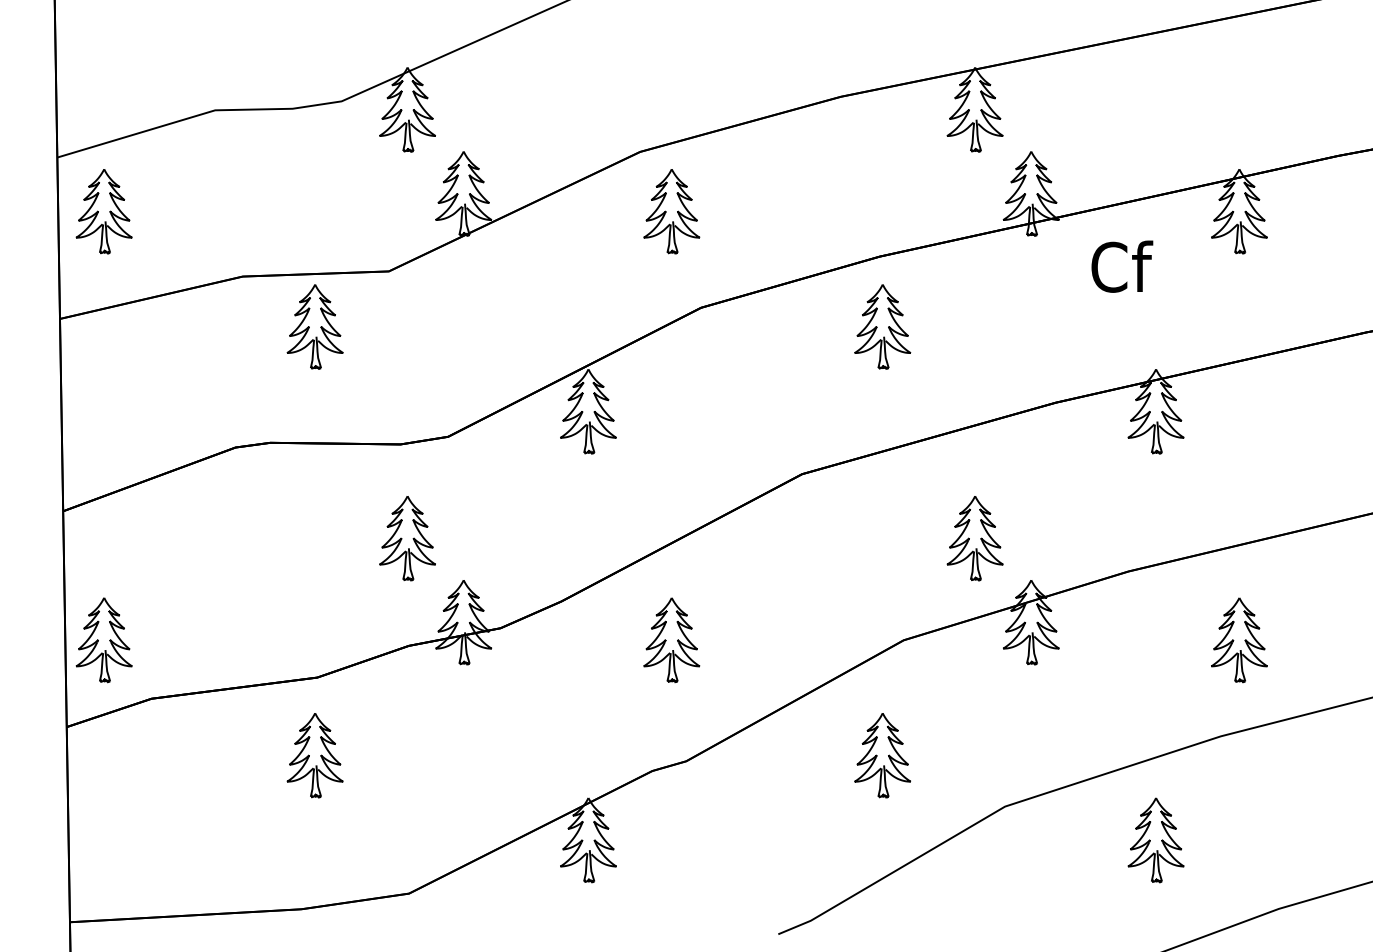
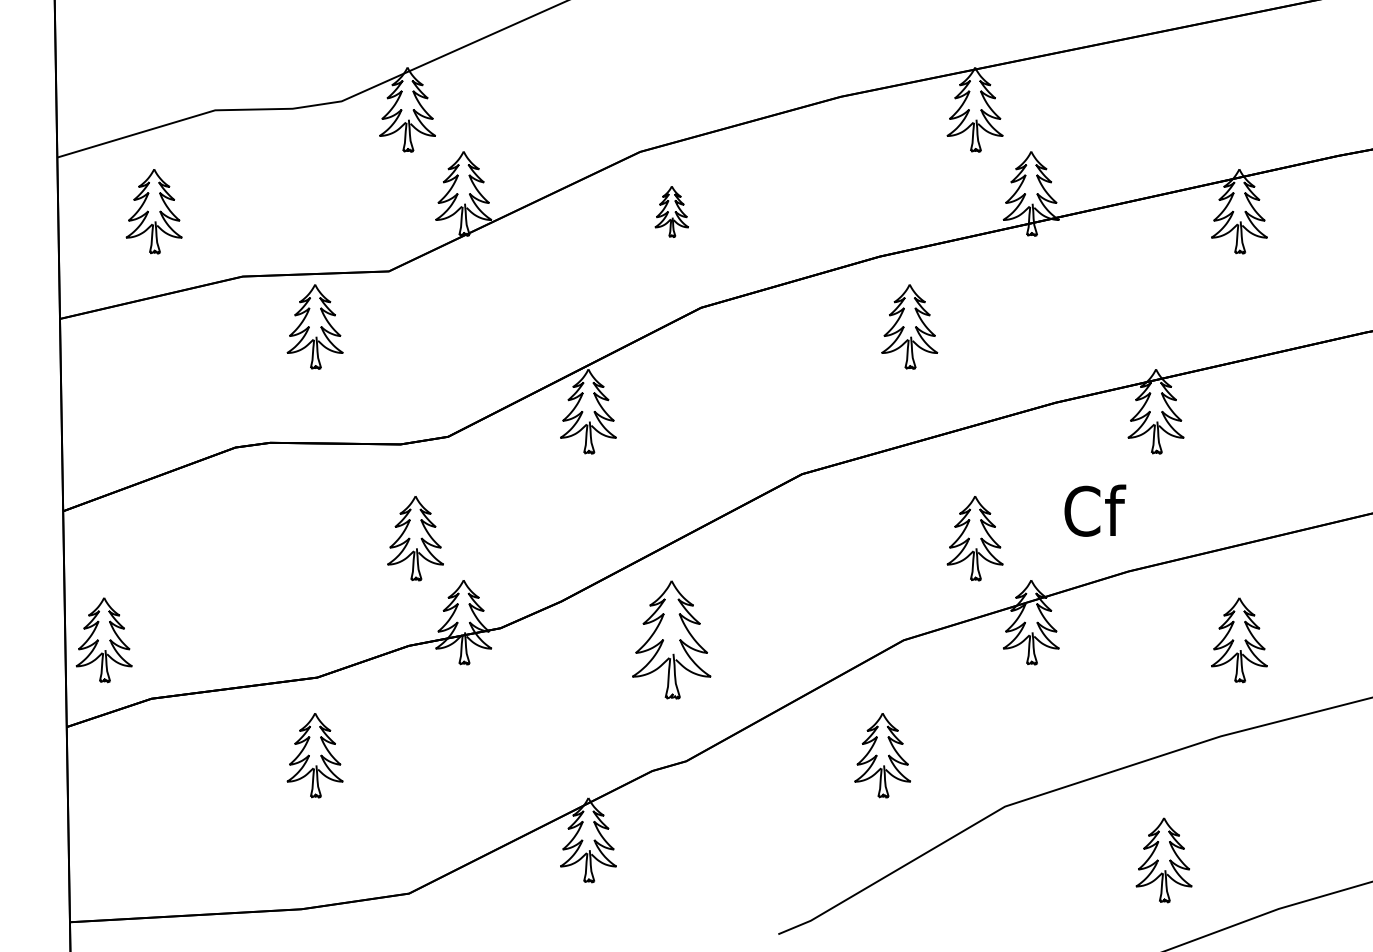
part at (103, 211) position: (103, 211) -> (153, 211)
part at (671, 211) size: 58x86 px -> 35x52 px
text at (1122, 266) position: (1122, 266) -> (1095, 510)
part at (882, 326) position: (882, 326) -> (909, 326)
part at (407, 538) position: (407, 538) -> (415, 538)
part at (671, 640) size: 58x87 px -> 80x120 px
part at (1155, 840) position: (1155, 840) -> (1163, 860)
